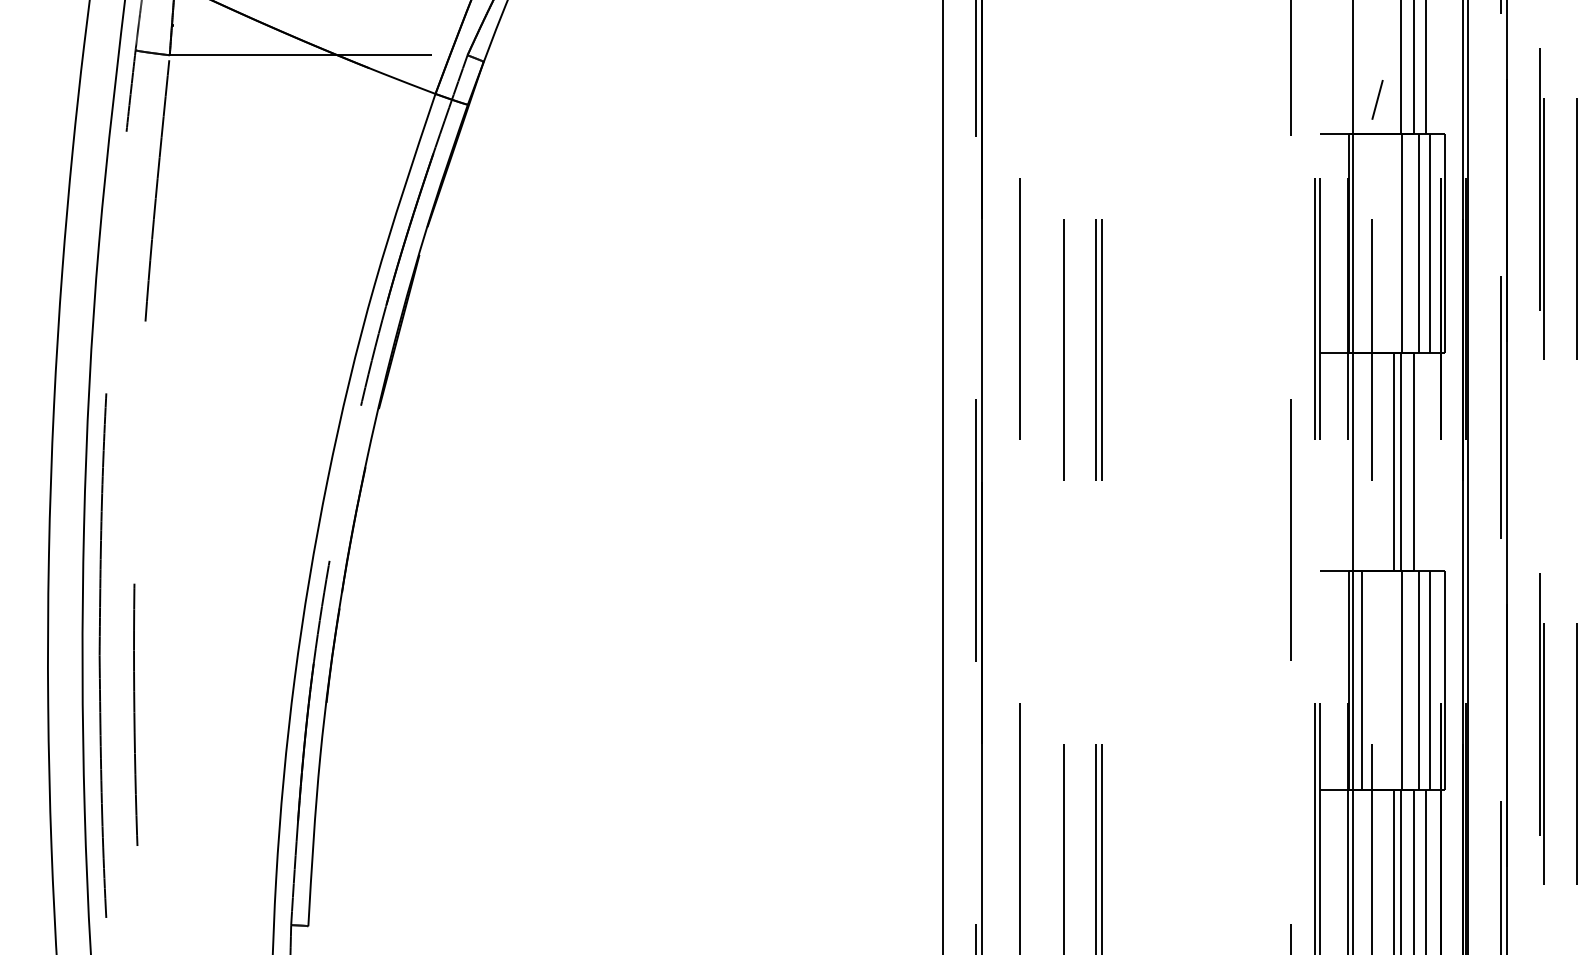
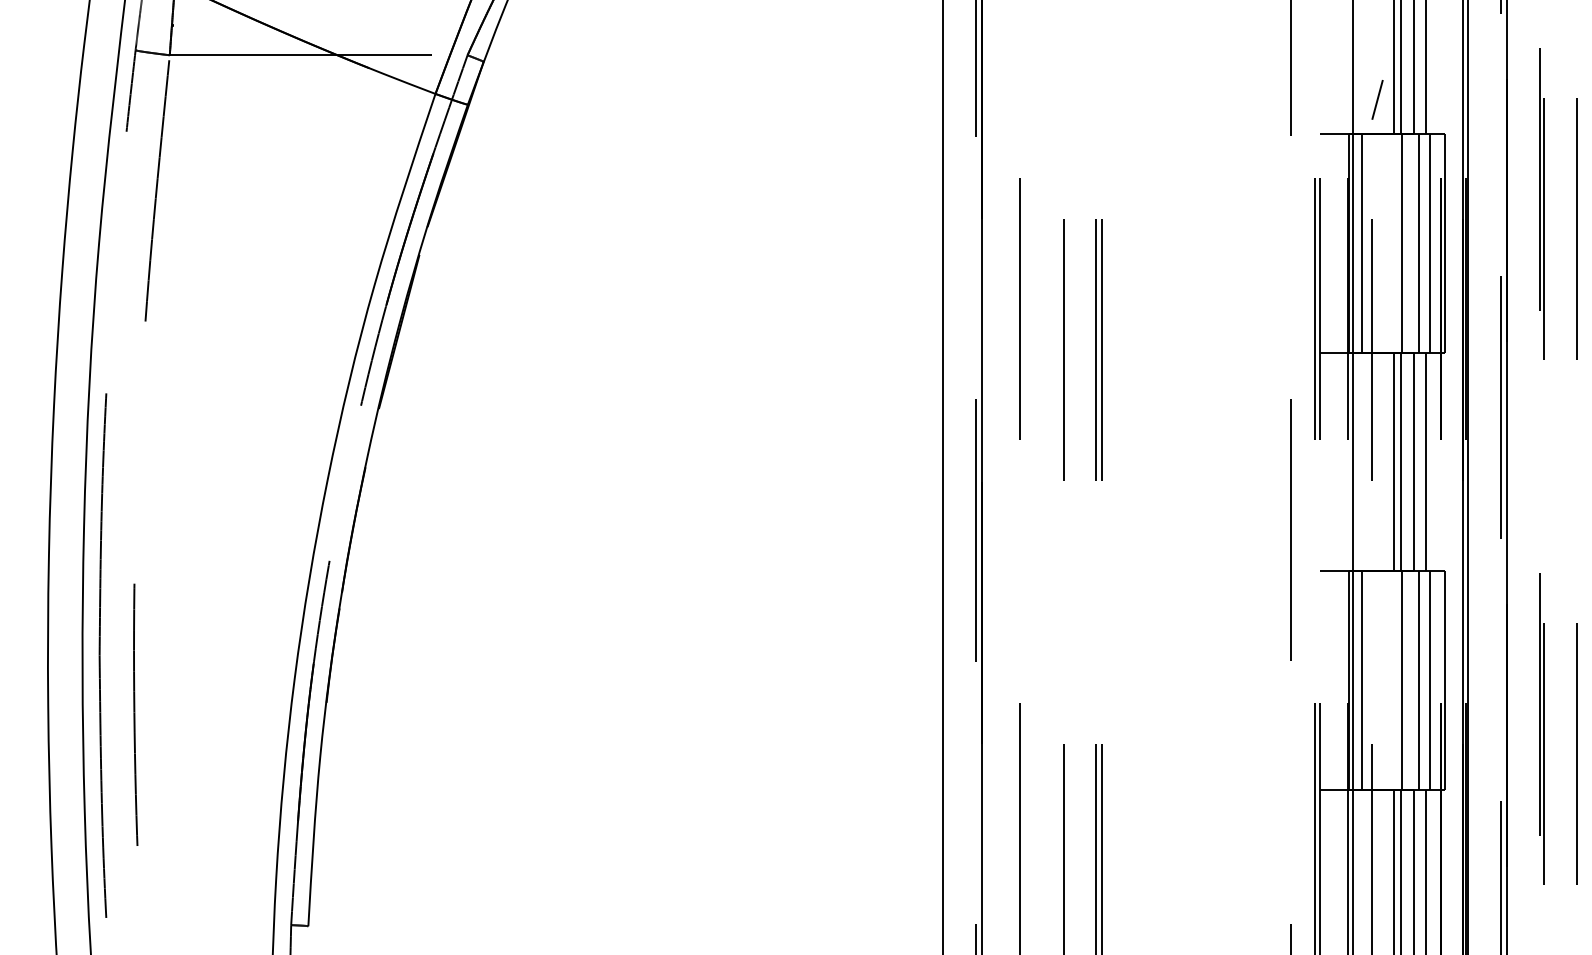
line at (1394, 68): none -> present
line at (1361, 243): none -> present
line at (1426, 461): none -> present
